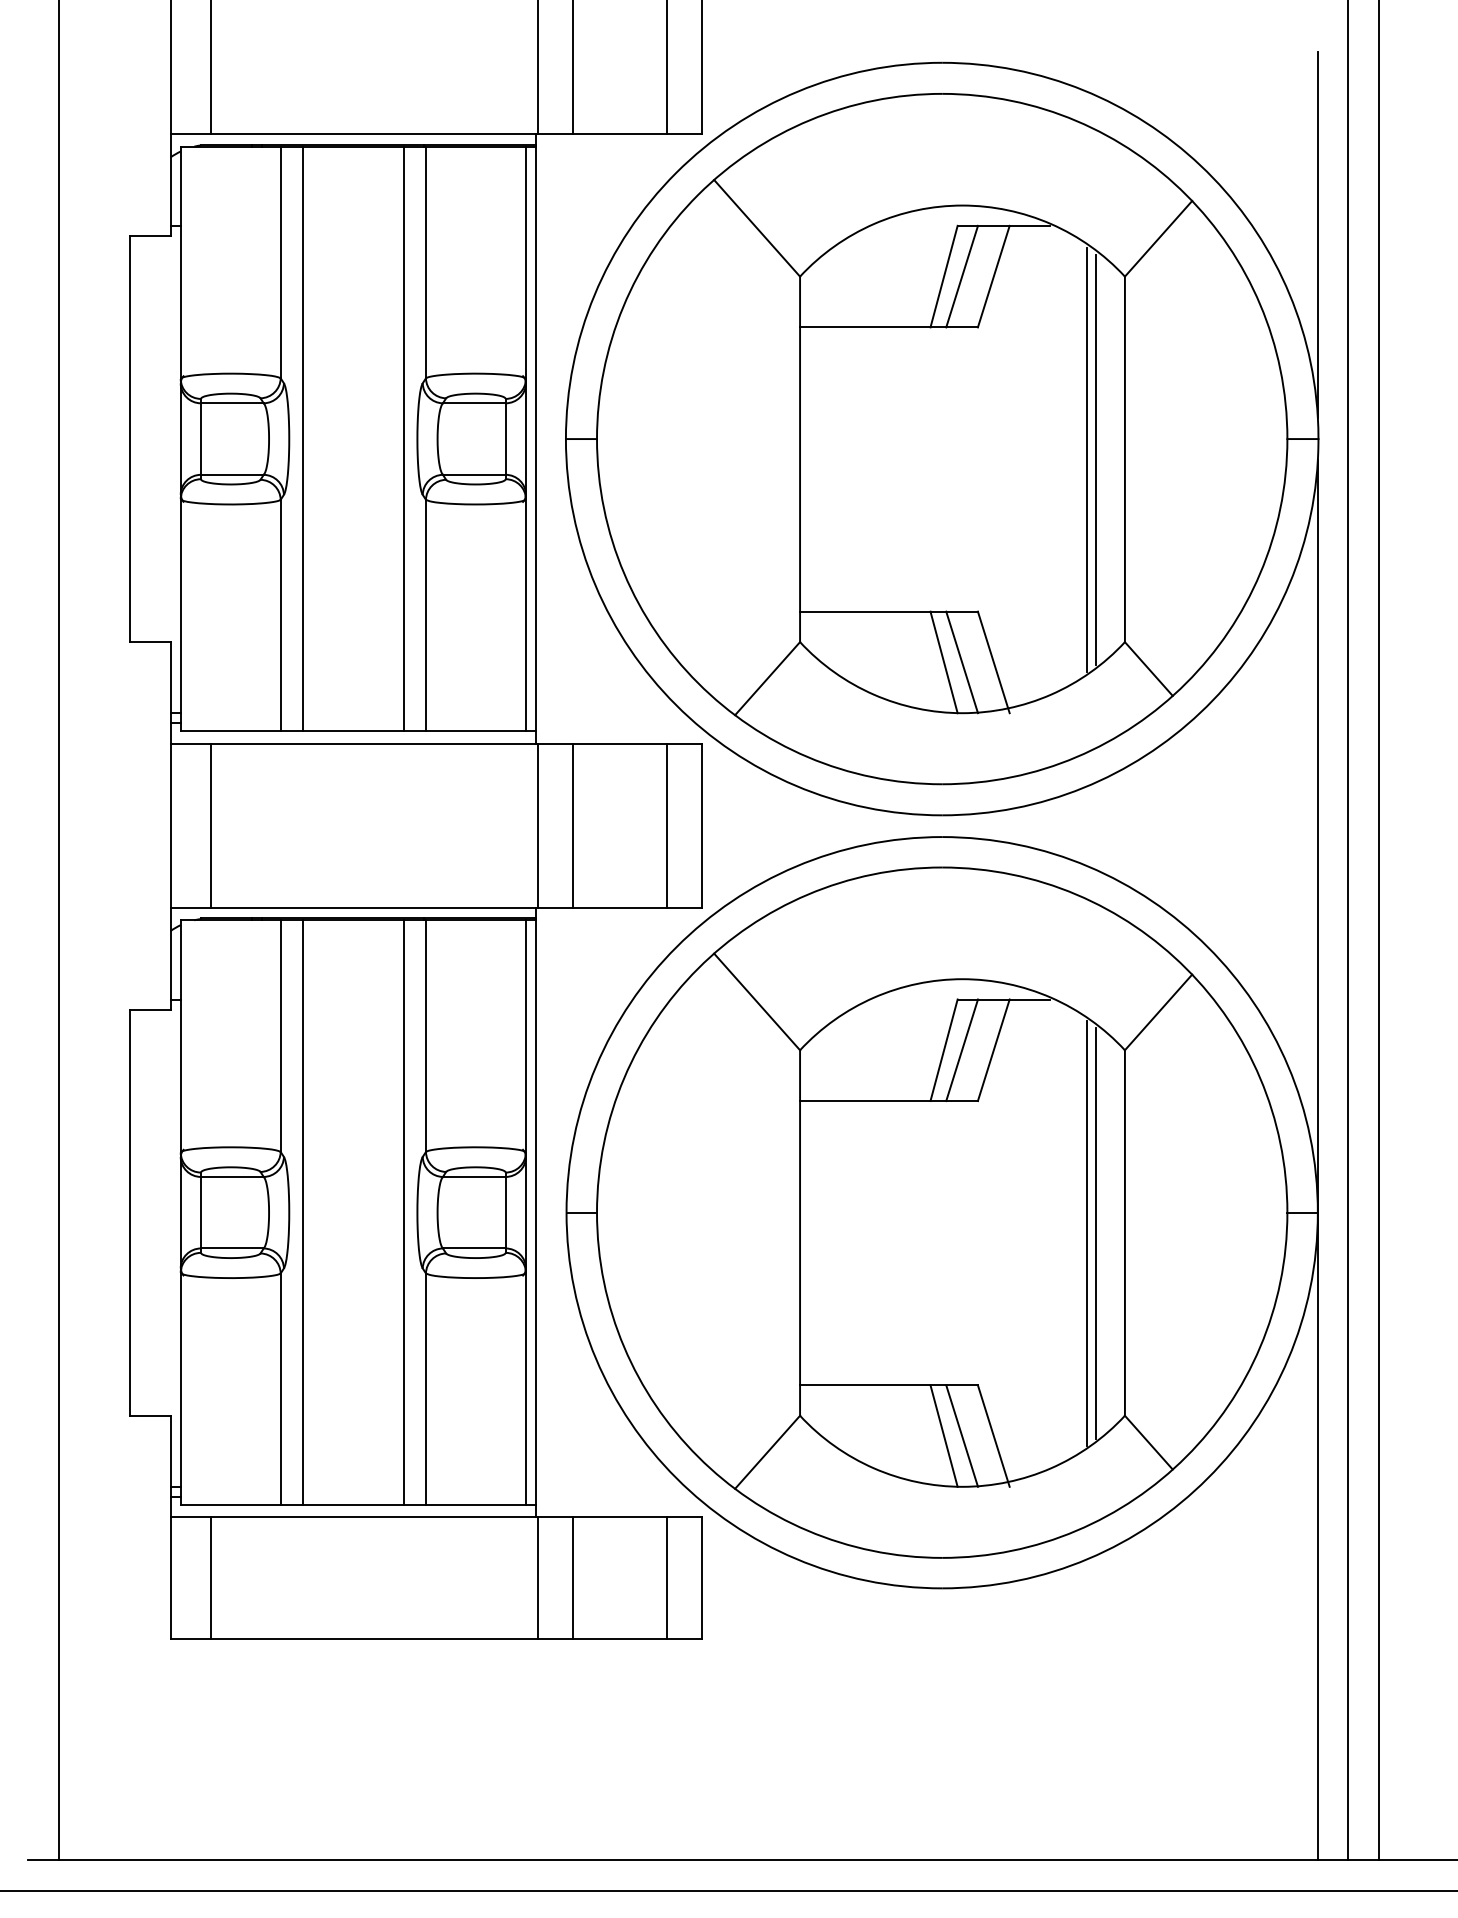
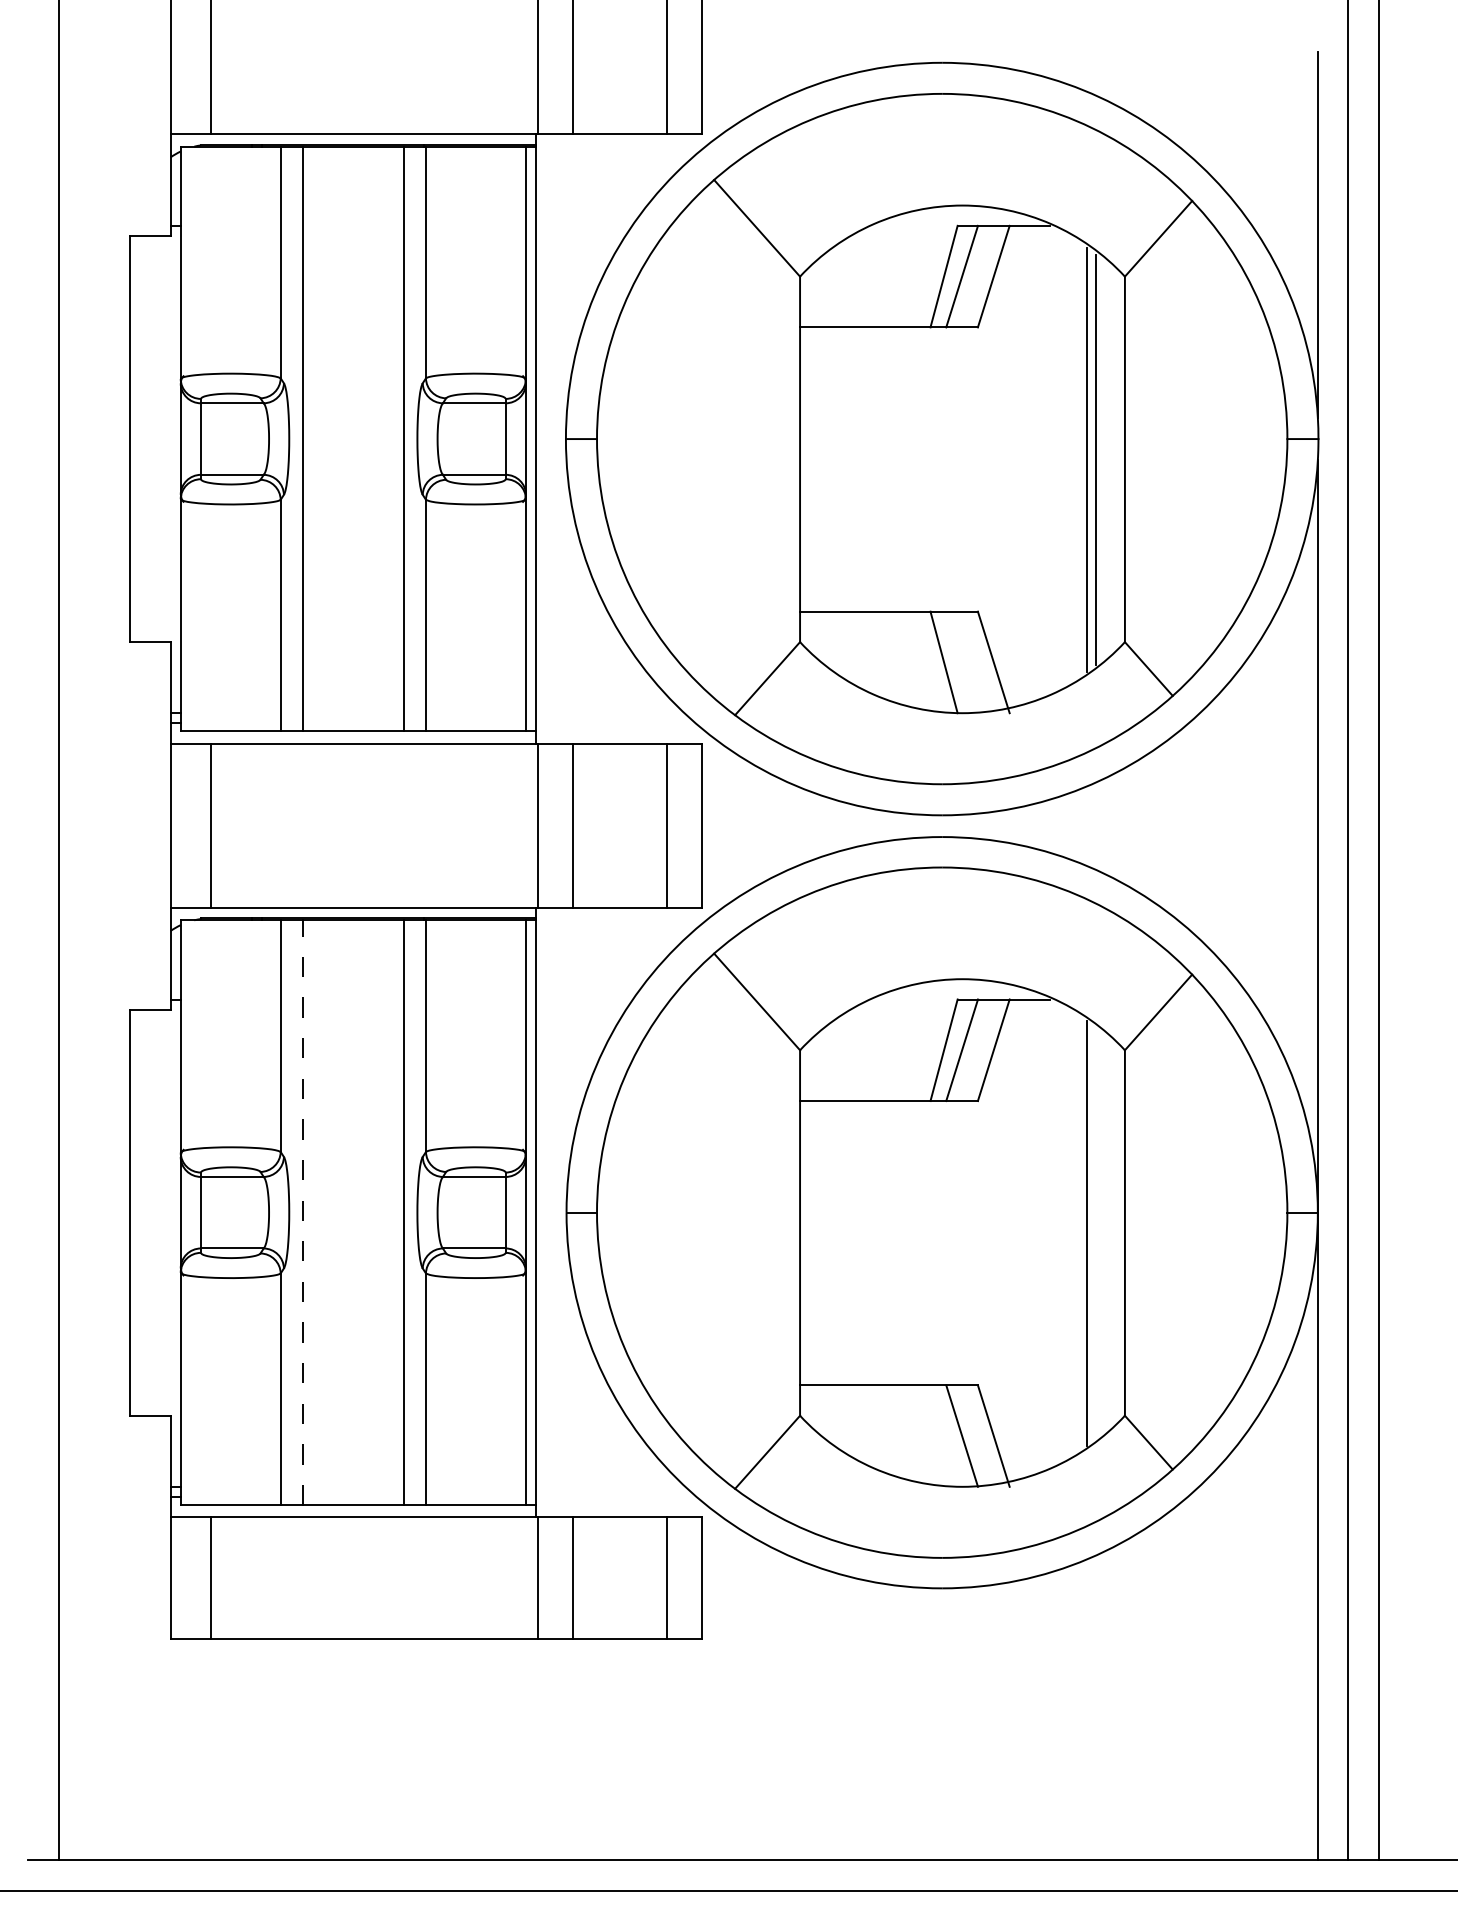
line at (962, 662): present -> none
line at (302, 1212): solid -> dashed
line at (1096, 1233): present -> none
line at (943, 1435): present -> none
